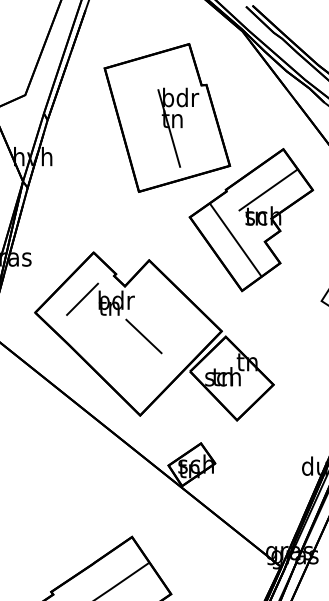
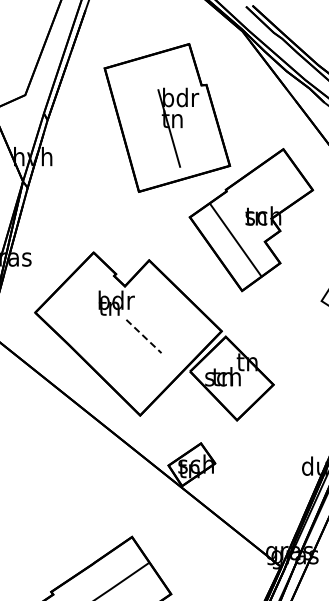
line at (268, 189): present -> none
line at (82, 298): present -> none
line at (144, 336): solid -> dashed
